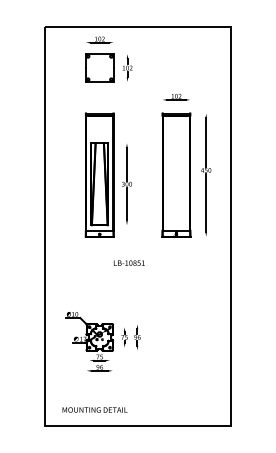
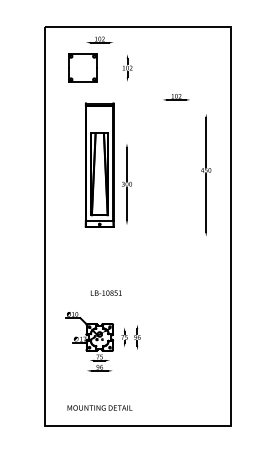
part at (99, 67) position: (99, 67) -> (82, 67)
part at (99, 174) position: (99, 174) -> (99, 164)
part at (176, 174): present -> none
text at (128, 262) position: (128, 262) -> (105, 292)
text at (94, 409) position: (94, 409) -> (99, 407)
